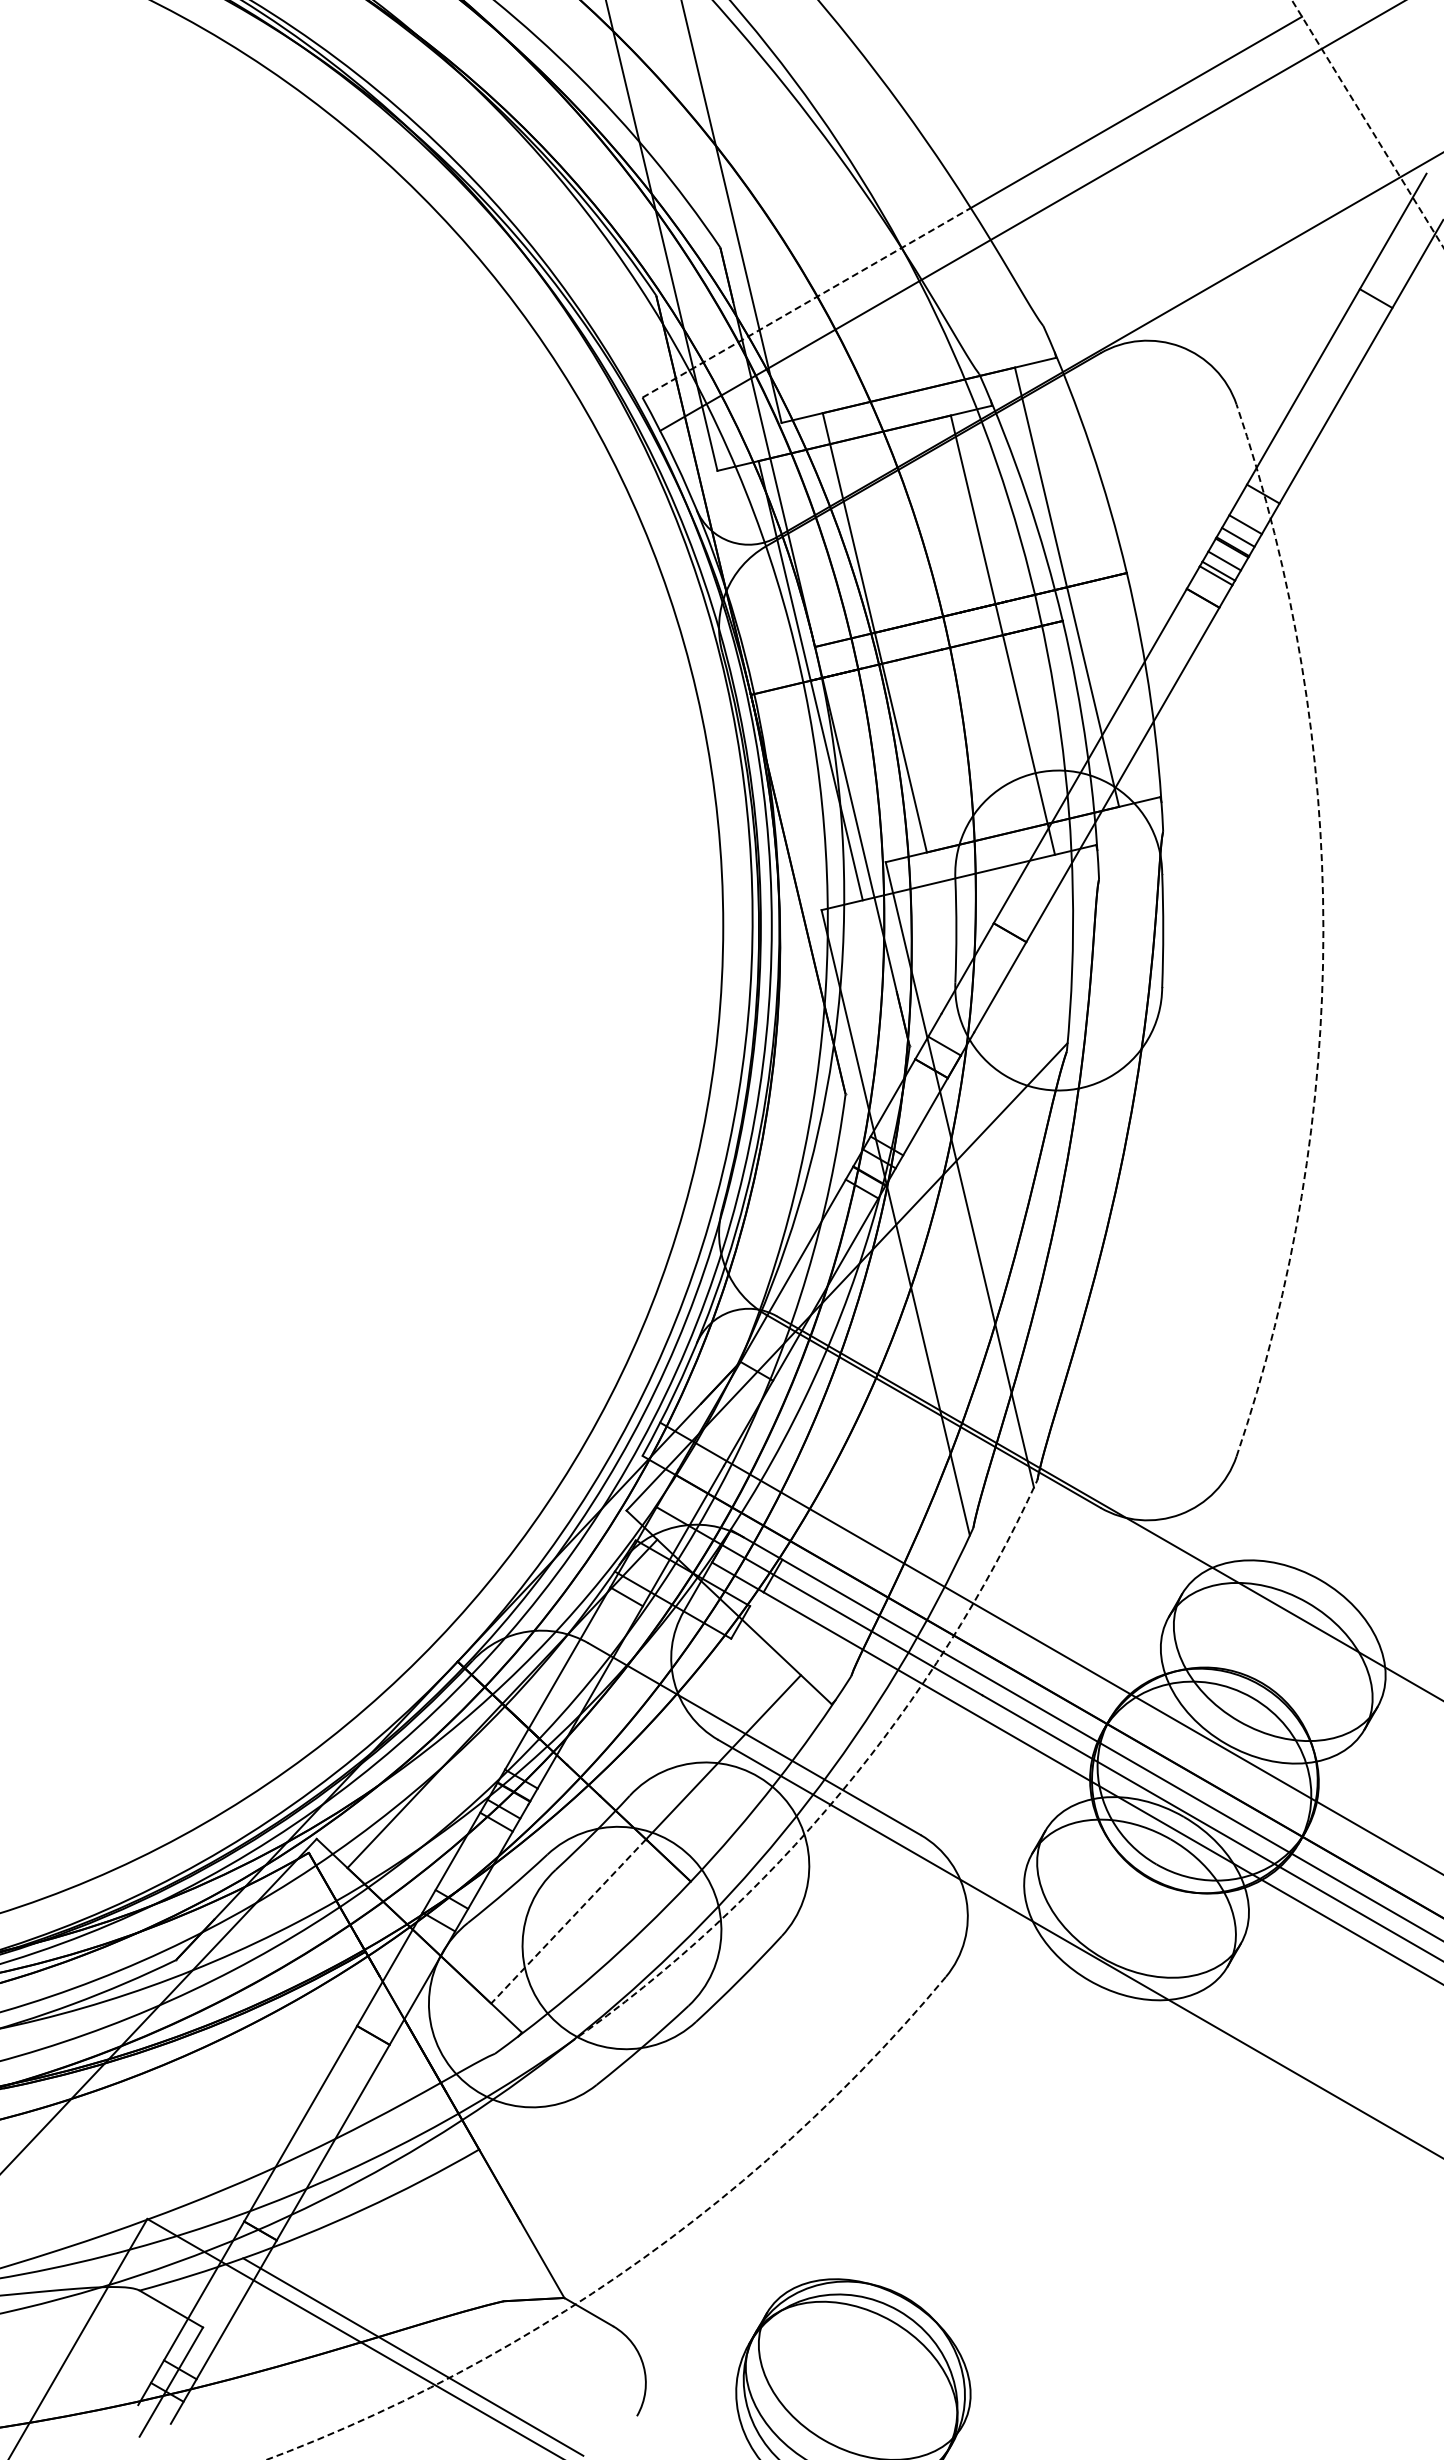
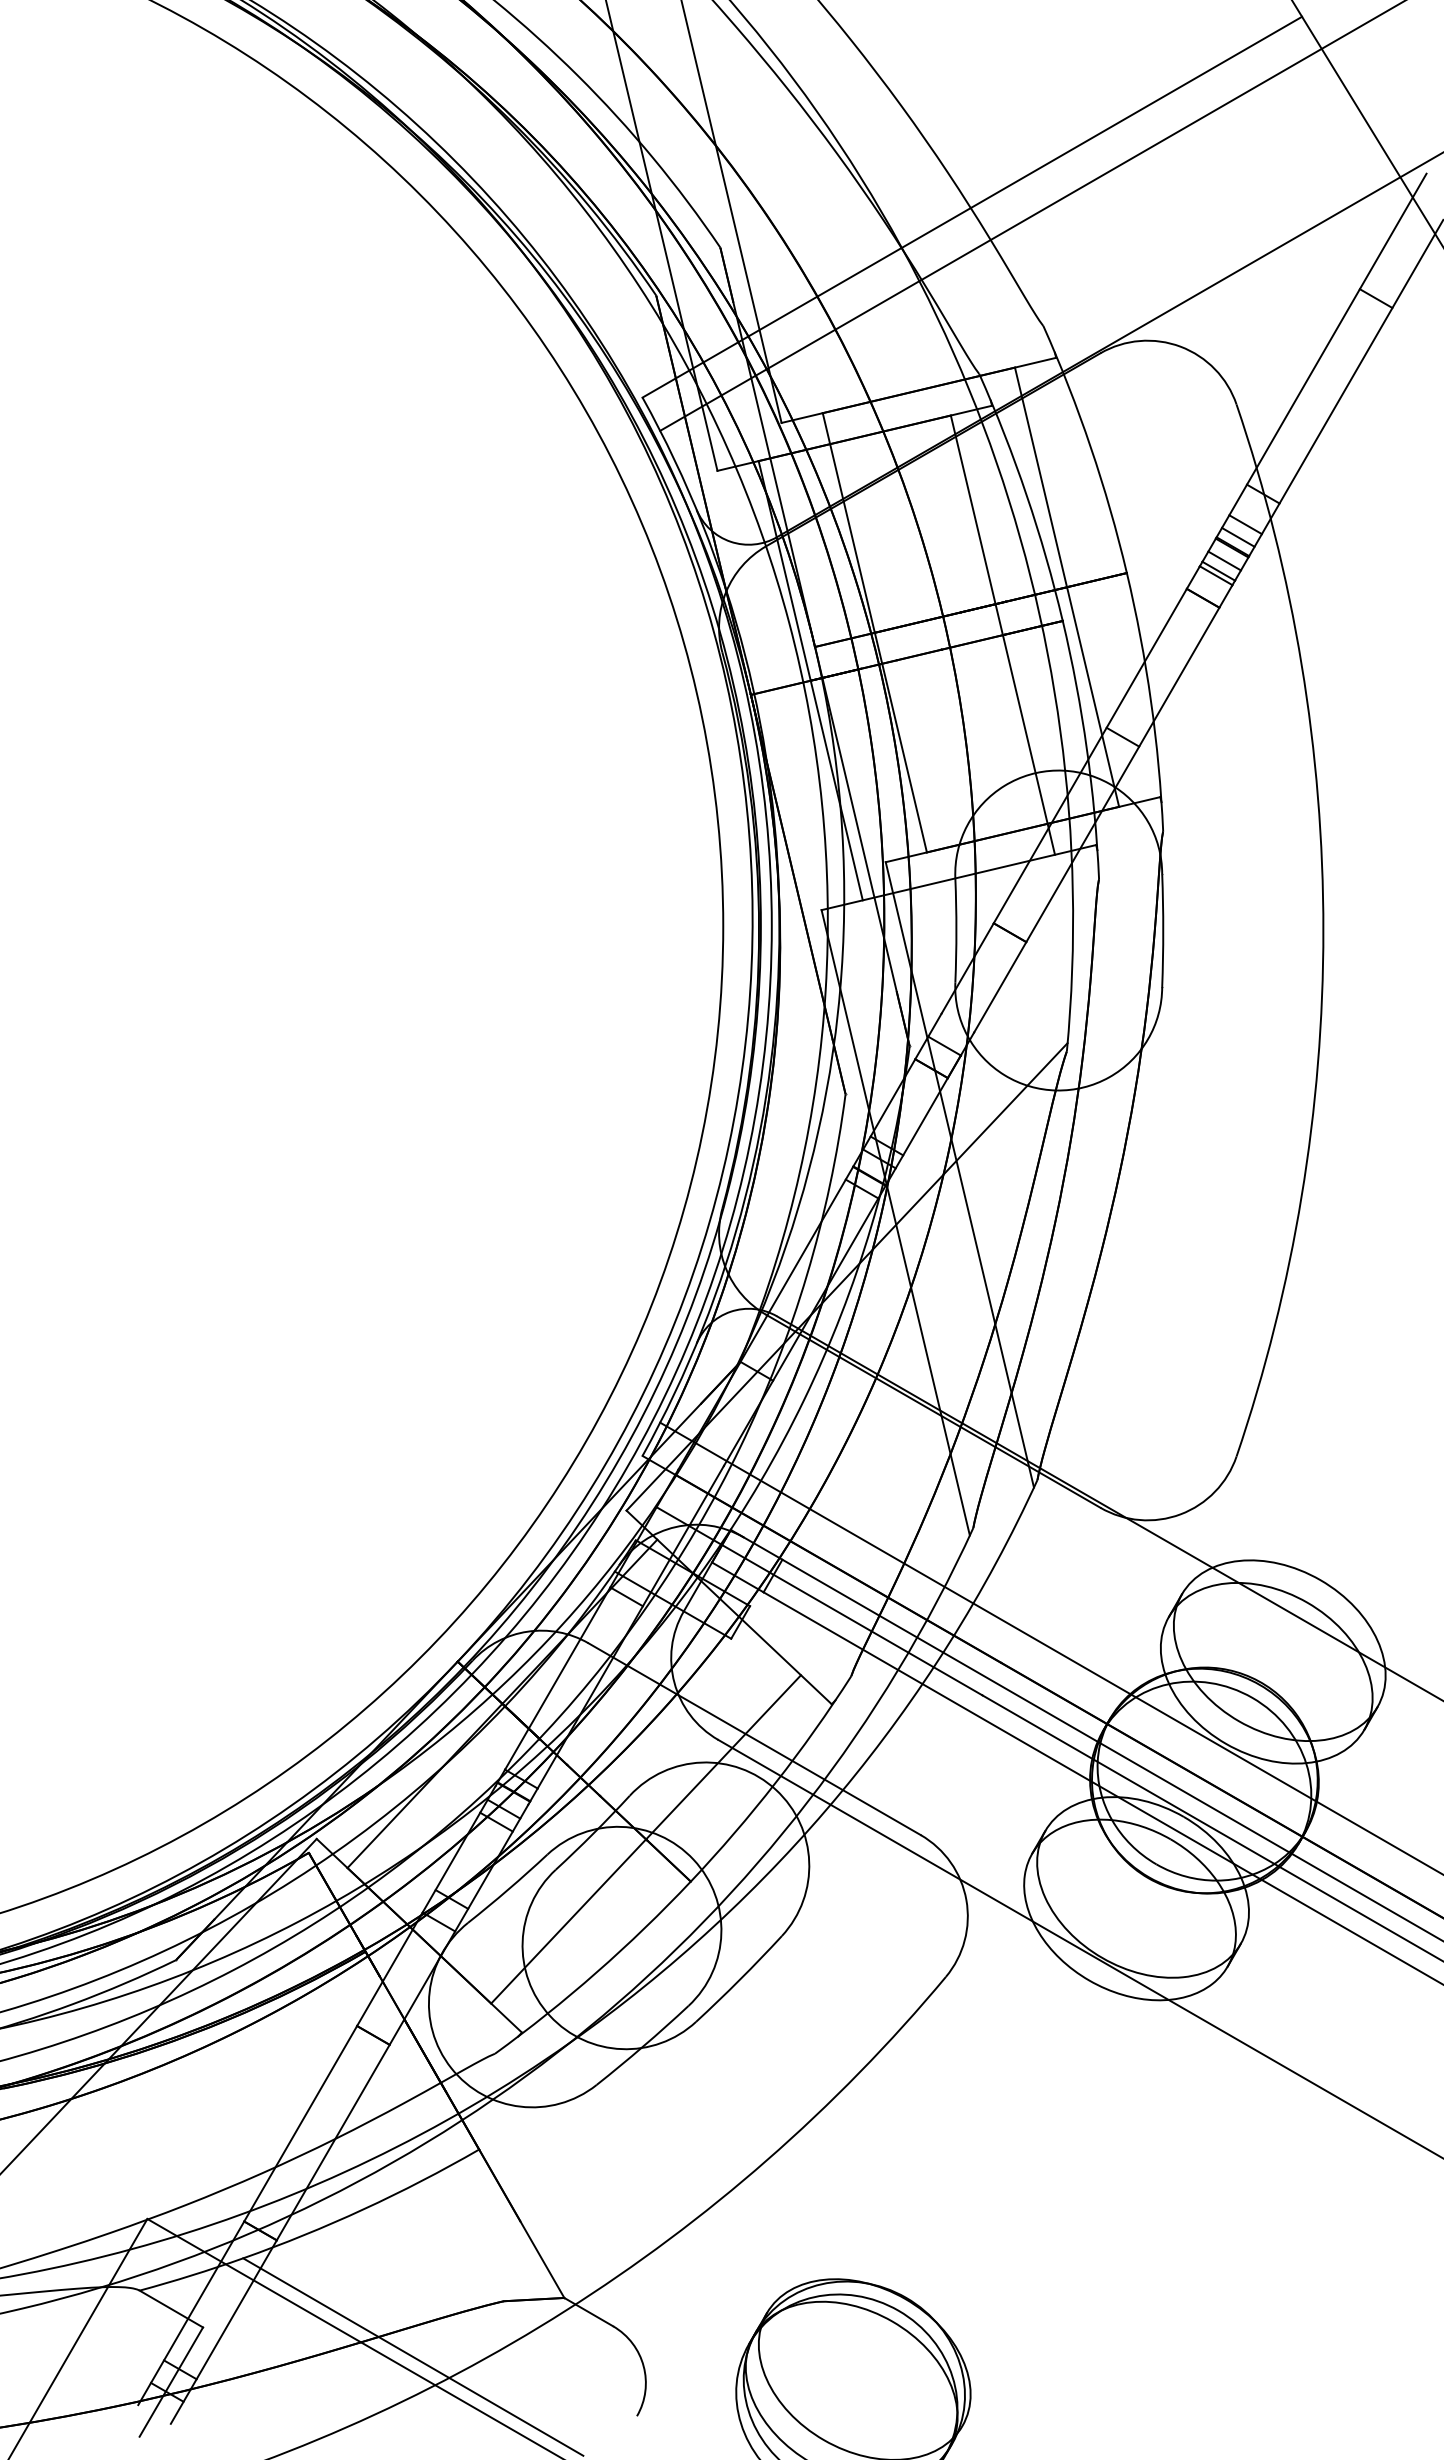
line at (1367, 124): dashed -> solid
line at (806, 302): dashed -> solid
line at (1122, 736): none -> present
arc at (1323, 930): dashed -> solid
arc at (840, 1792): dashed -> solid
line at (568, 1921): dashed -> solid
arc at (636, 2263): dashed -> solid
